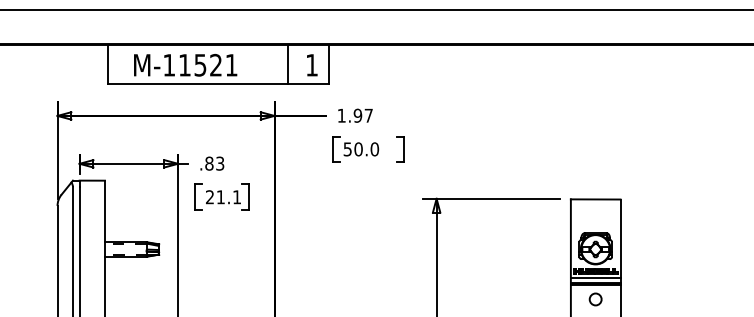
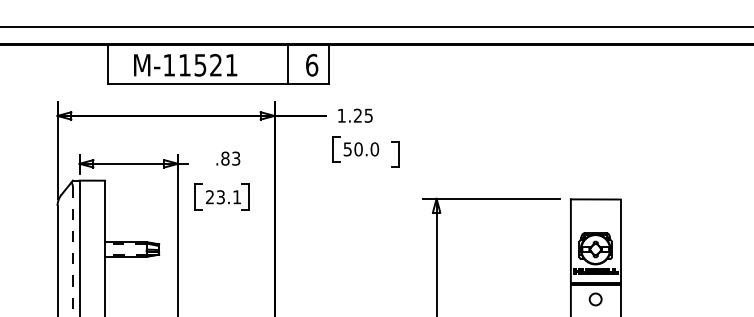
line at (376, 9) position: (376, 9) -> (376, 26)
text at (312, 64): 1 -> 6
text at (362, 115): 1.97 -> 1.25
part at (400, 149) position: (400, 149) -> (395, 154)
text at (212, 163) position: (212, 163) -> (228, 158)
text at (220, 197): 21.1 -> 23.1
line at (72, 252): solid -> dashed
line at (595, 277): present -> none
